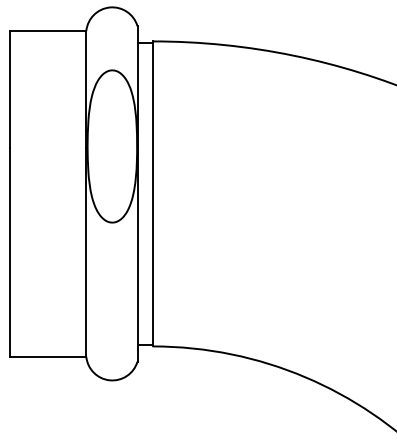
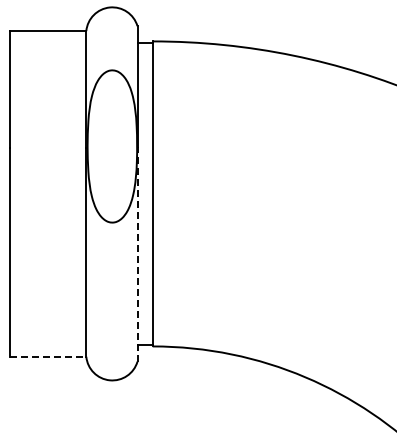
line at (137, 253): solid -> dashed
line at (48, 356): solid -> dashed
